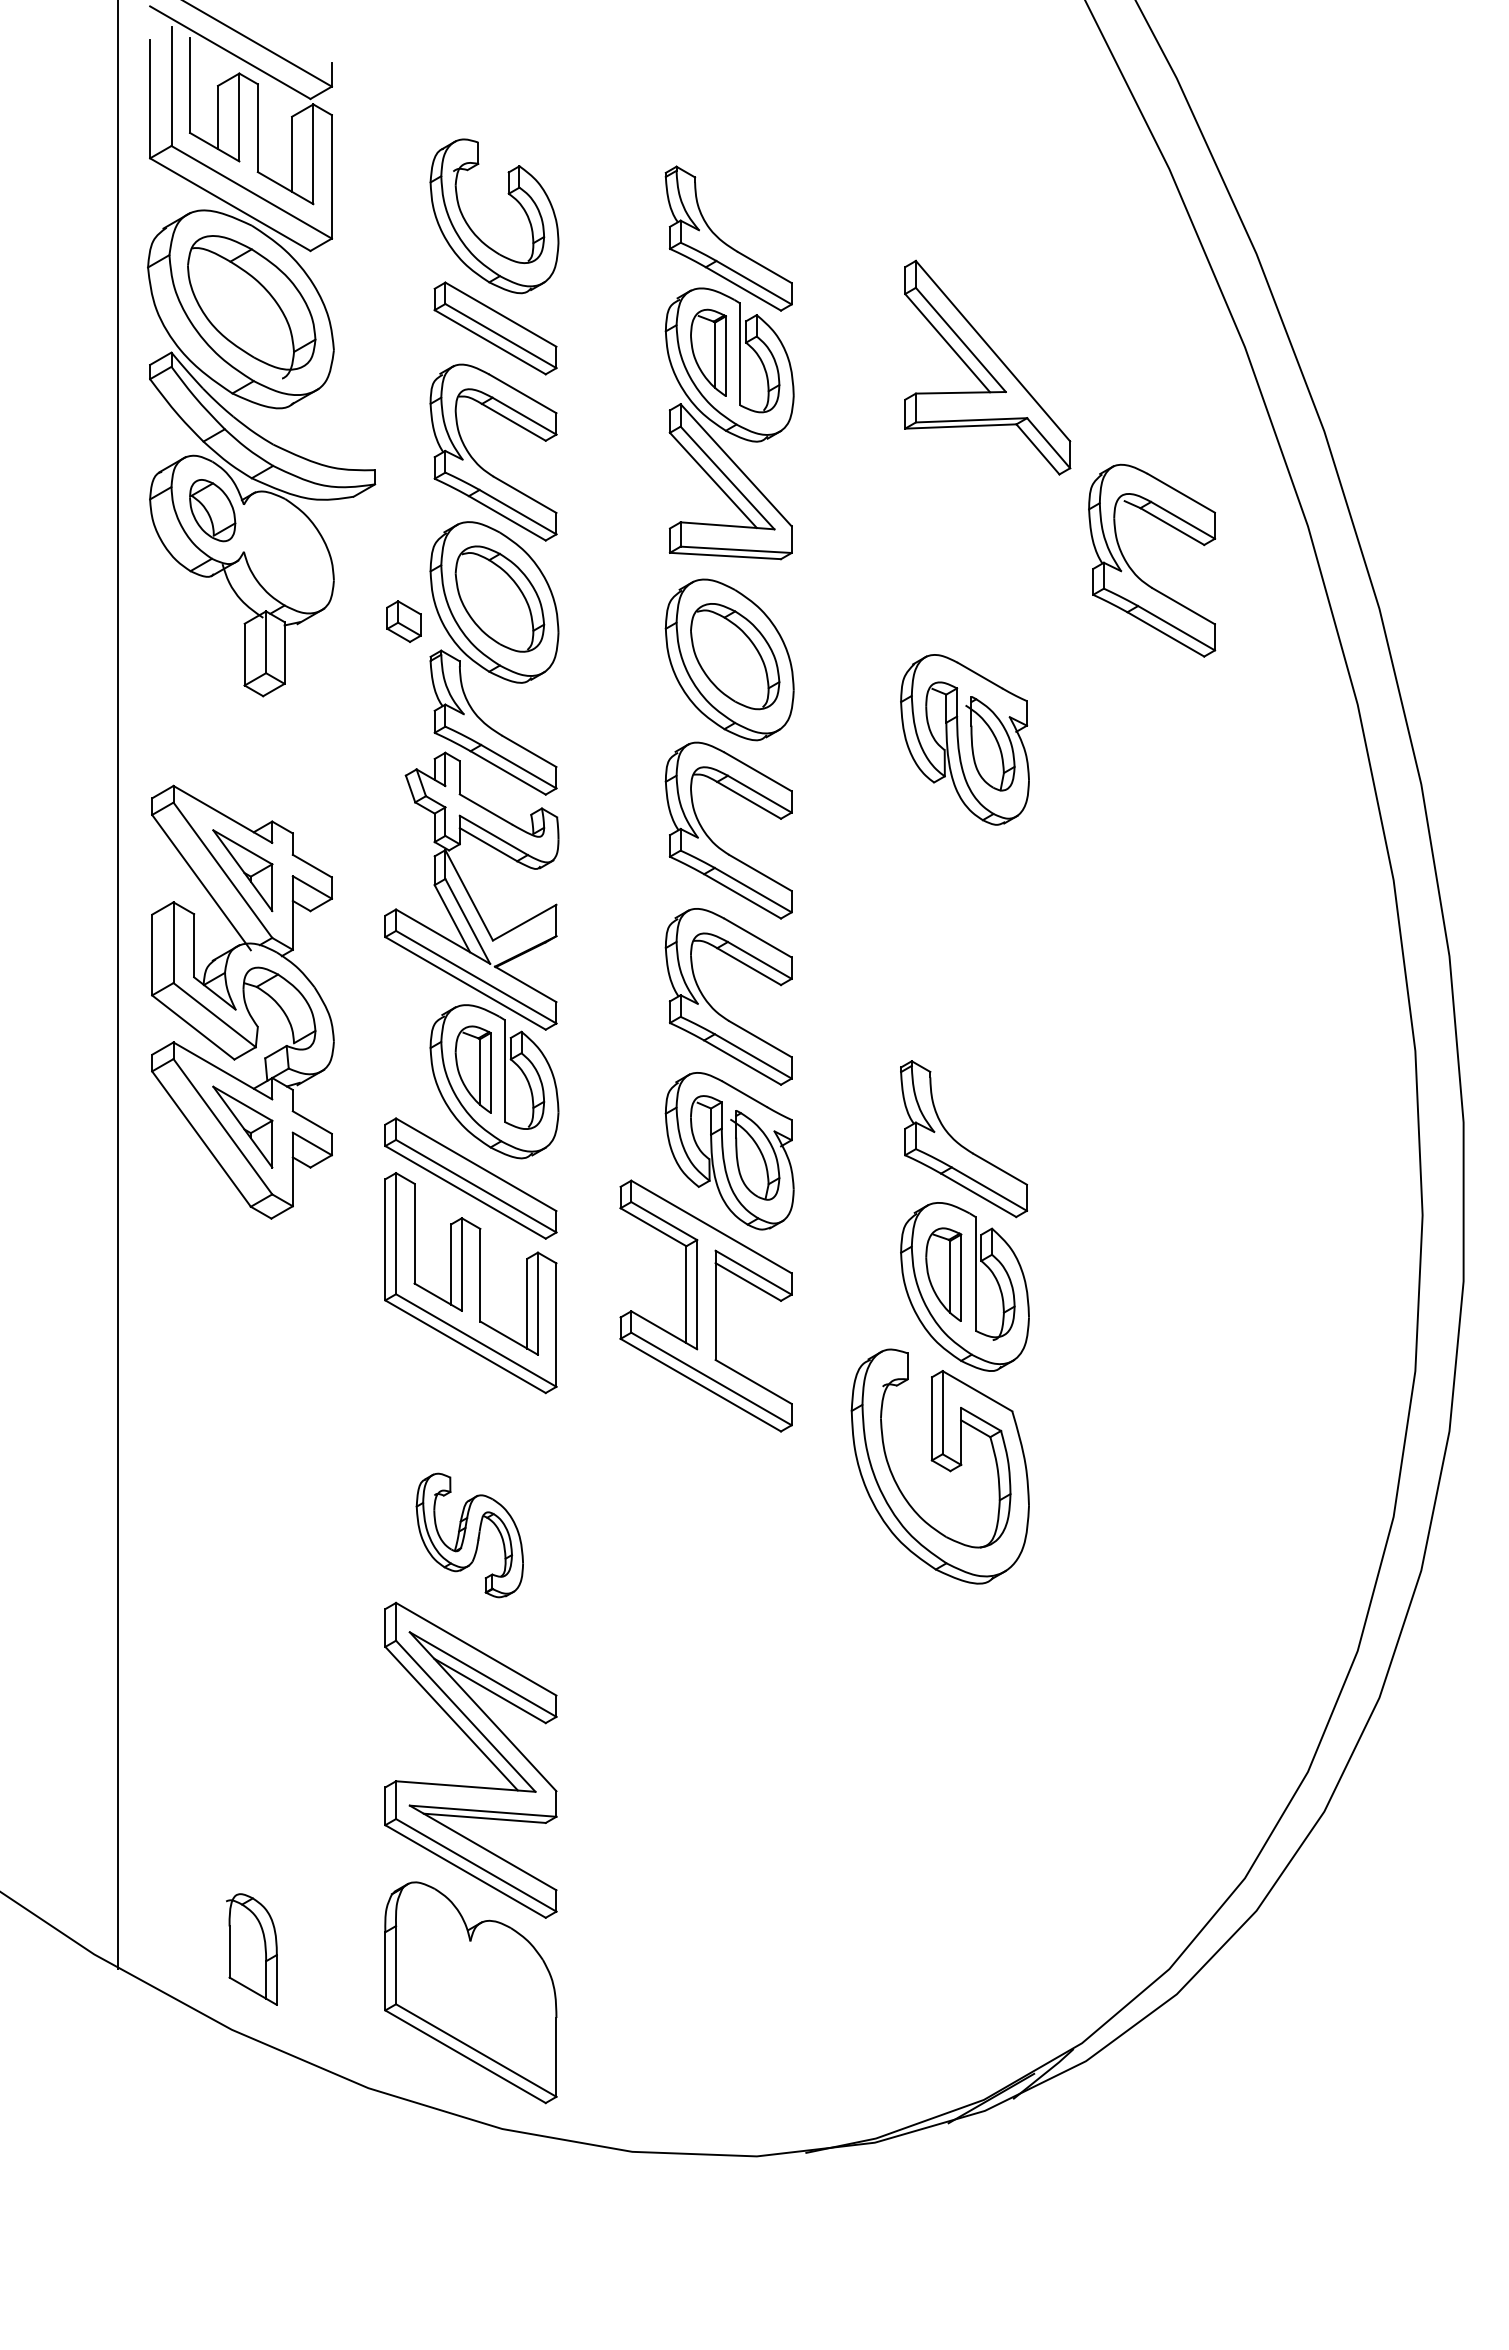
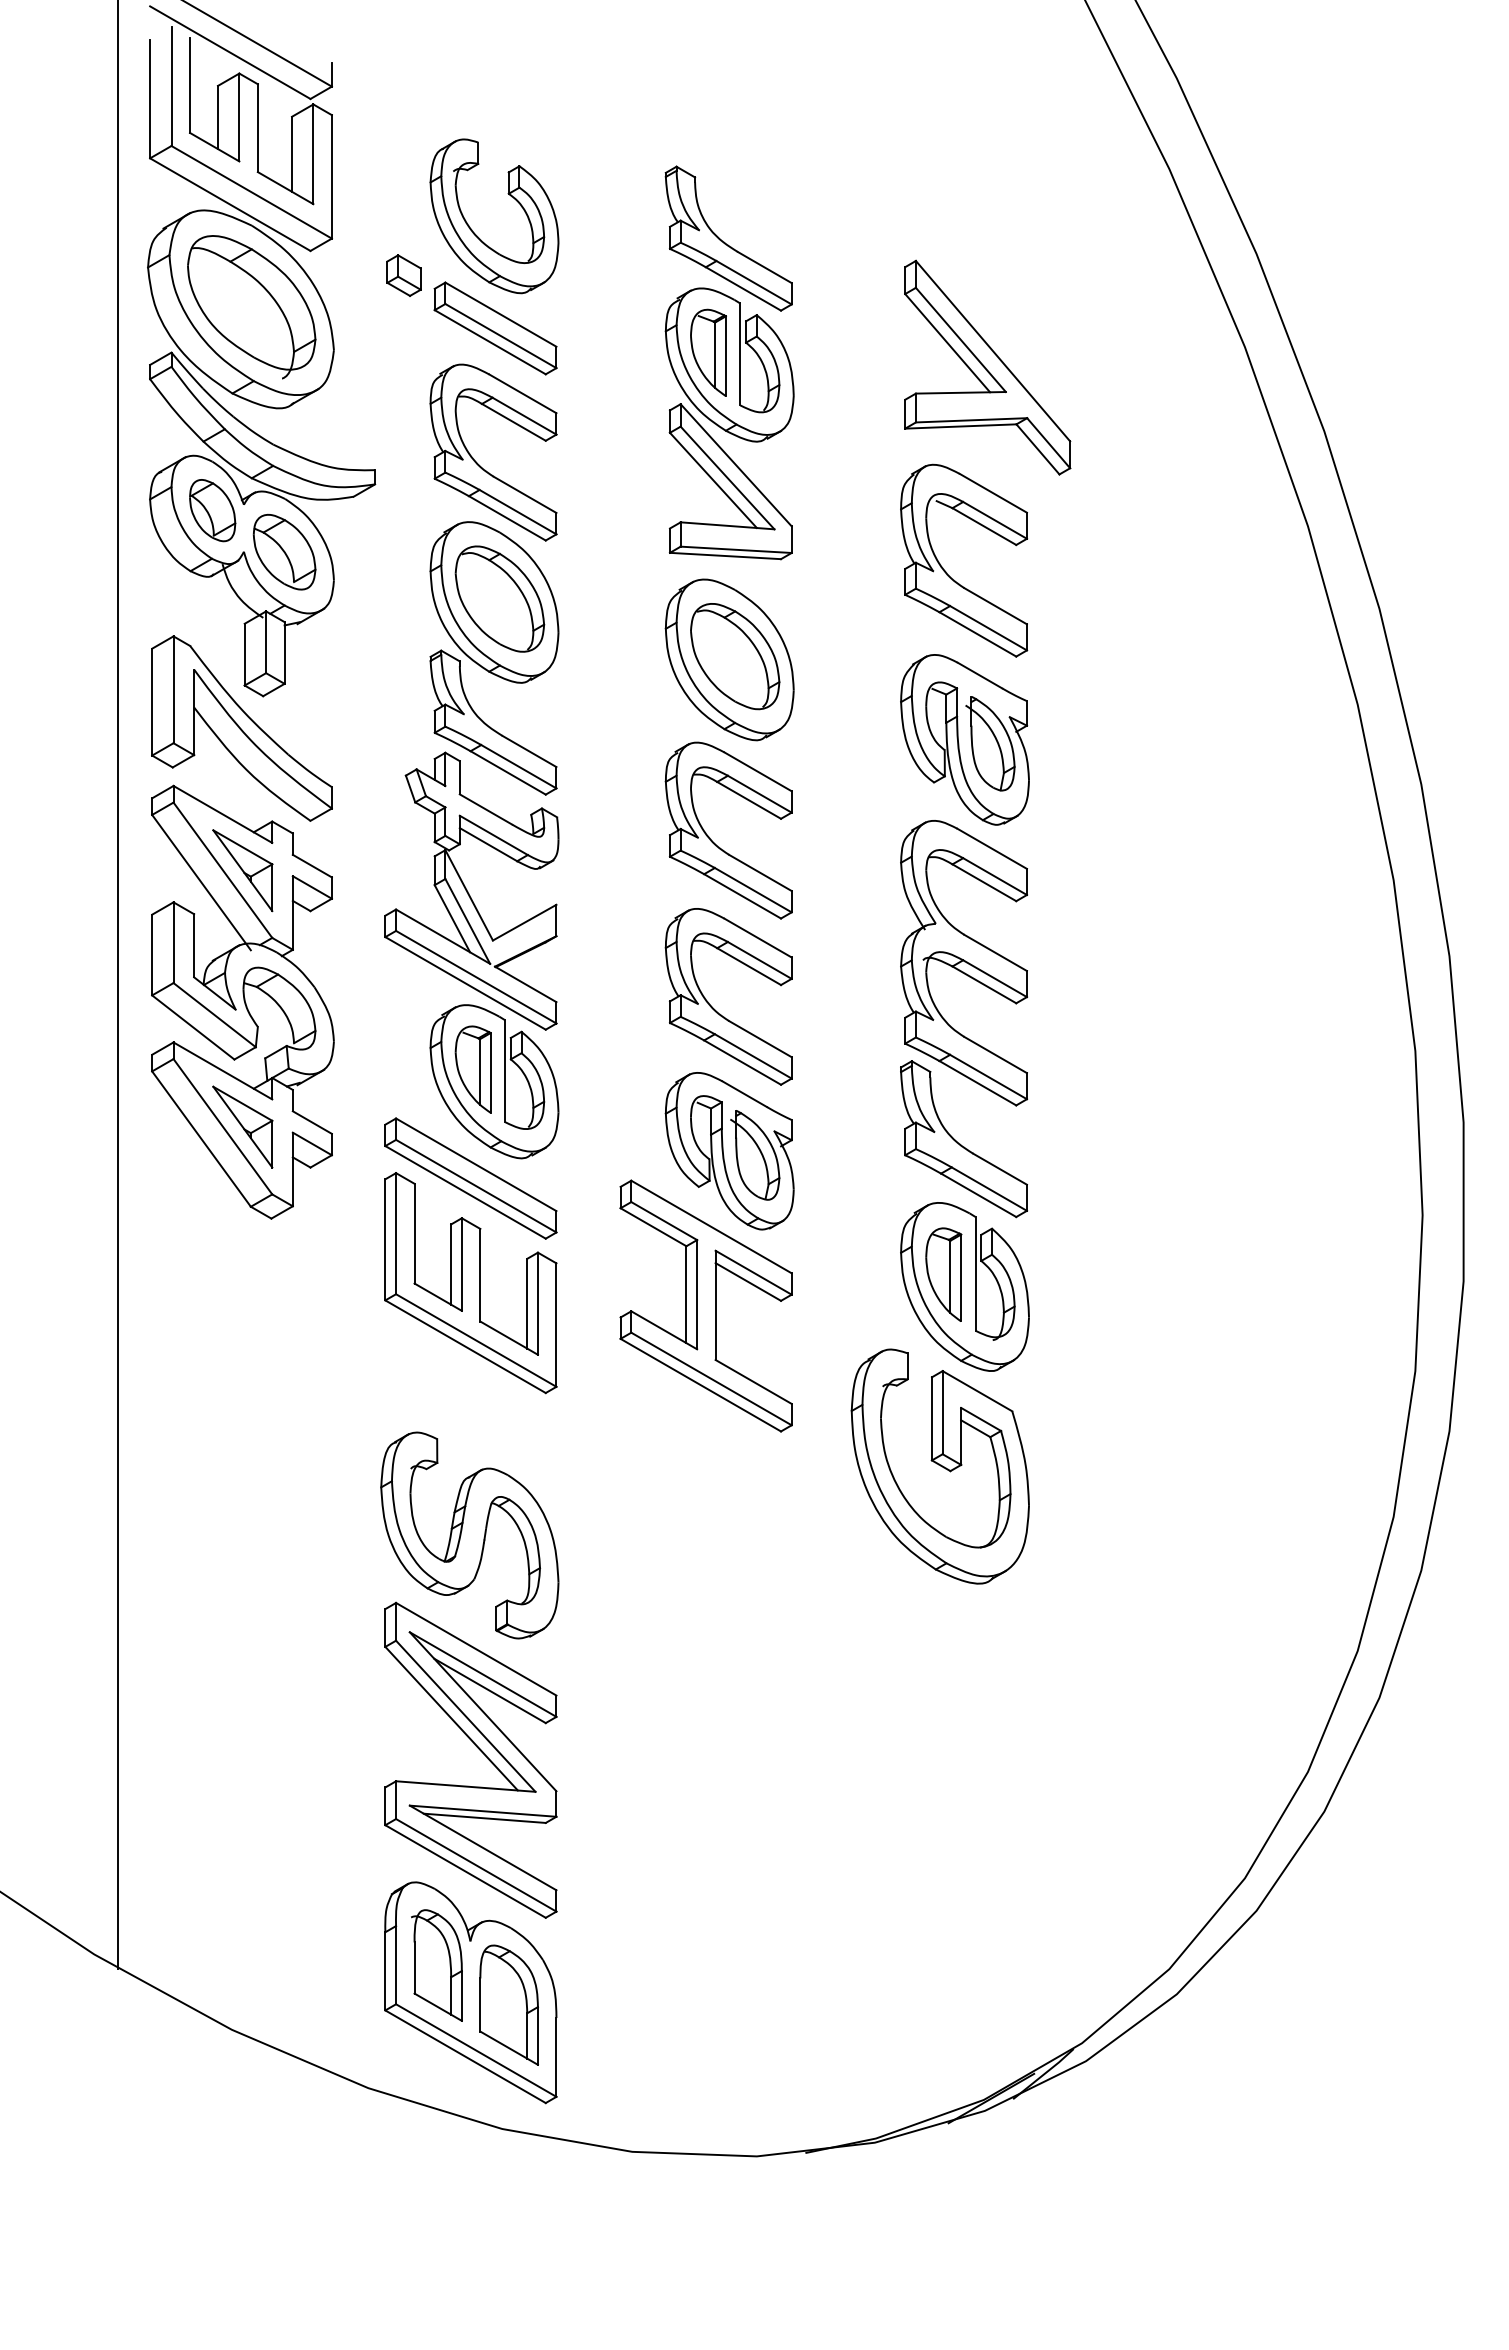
part at (284, 552): none -> present
part at (1134, 571) position: (1134, 571) -> (946, 571)
part at (403, 621) position: (403, 621) -> (403, 275)
part at (241, 728): none -> present
part at (964, 963): none -> present
part at (469, 1535) size: 109x127 px -> 180x209 px
part at (251, 1949) position: (251, 1949) -> (436, 1965)
part at (508, 2004): none -> present
